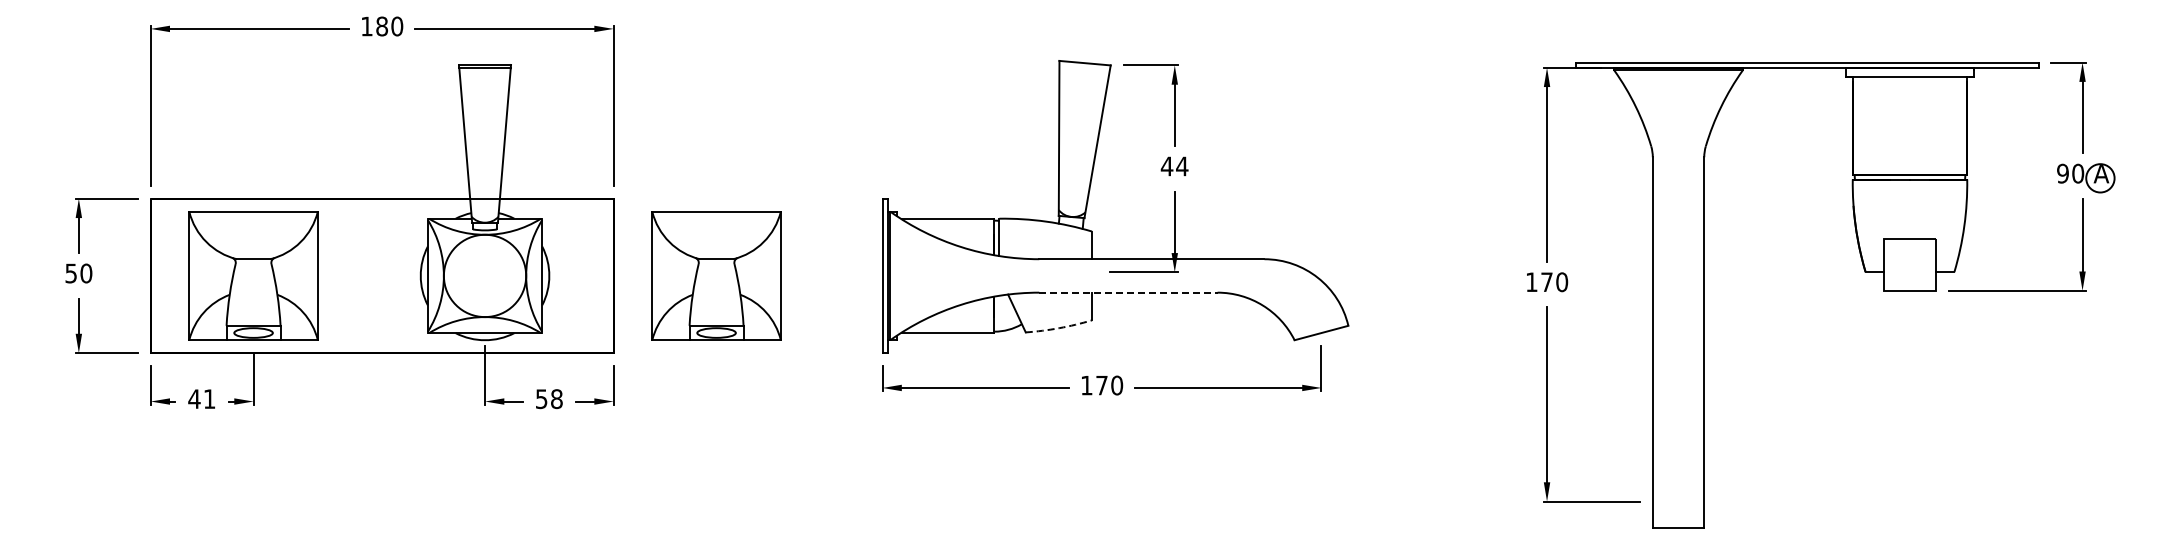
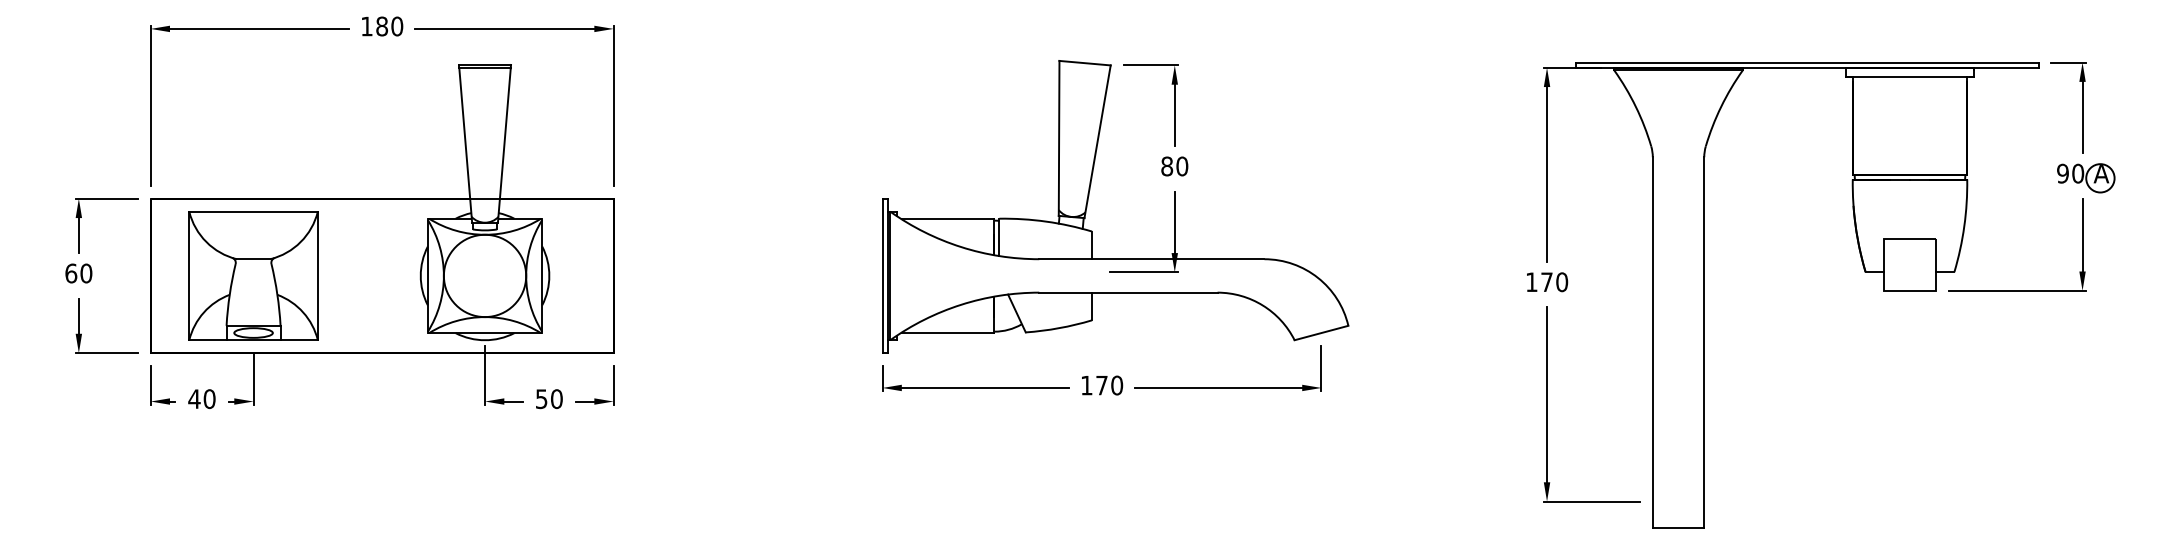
text at (1174, 166): 44 -> 80
text at (71, 273): 50 -> 60
part at (716, 275): present -> none
line at (1128, 292): dashed -> solid
arc at (1059, 328): dashed -> solid
text at (556, 398): 58 -> 50
text at (209, 399): 41 -> 40
